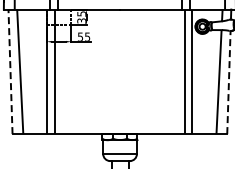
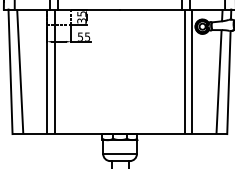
line at (10, 71): dashed -> solid
line at (228, 82): dashed -> solid
